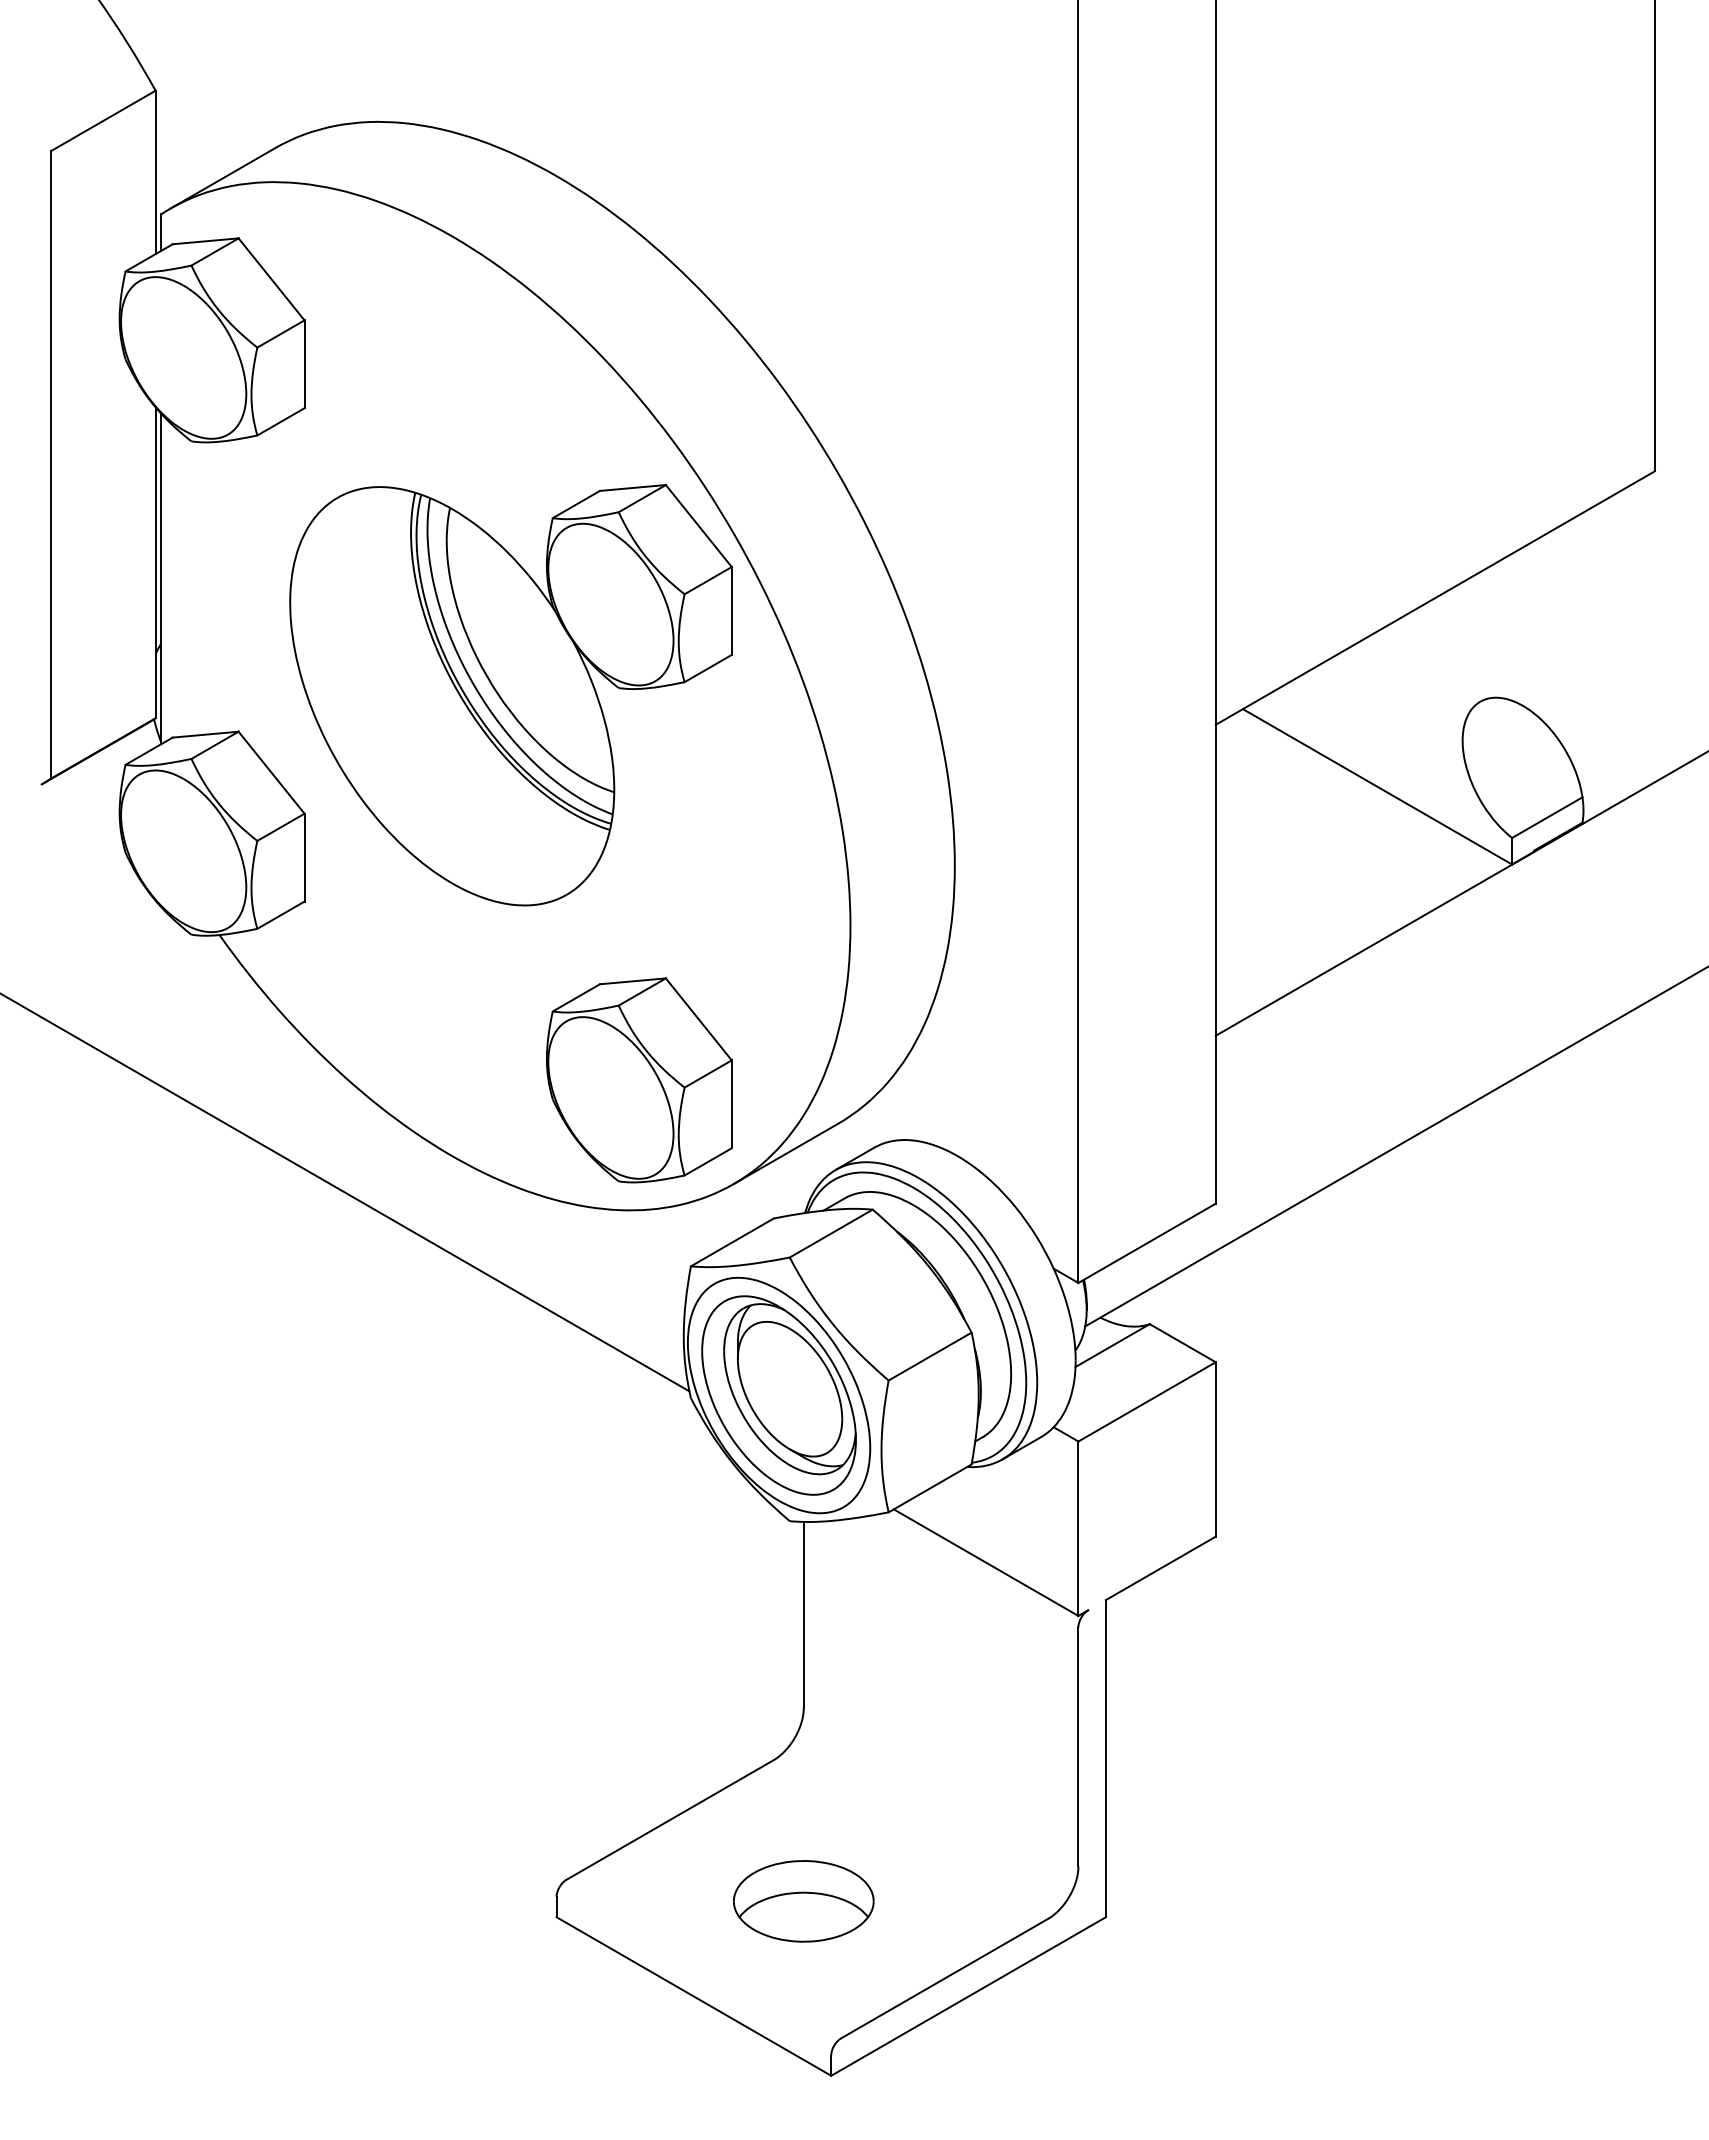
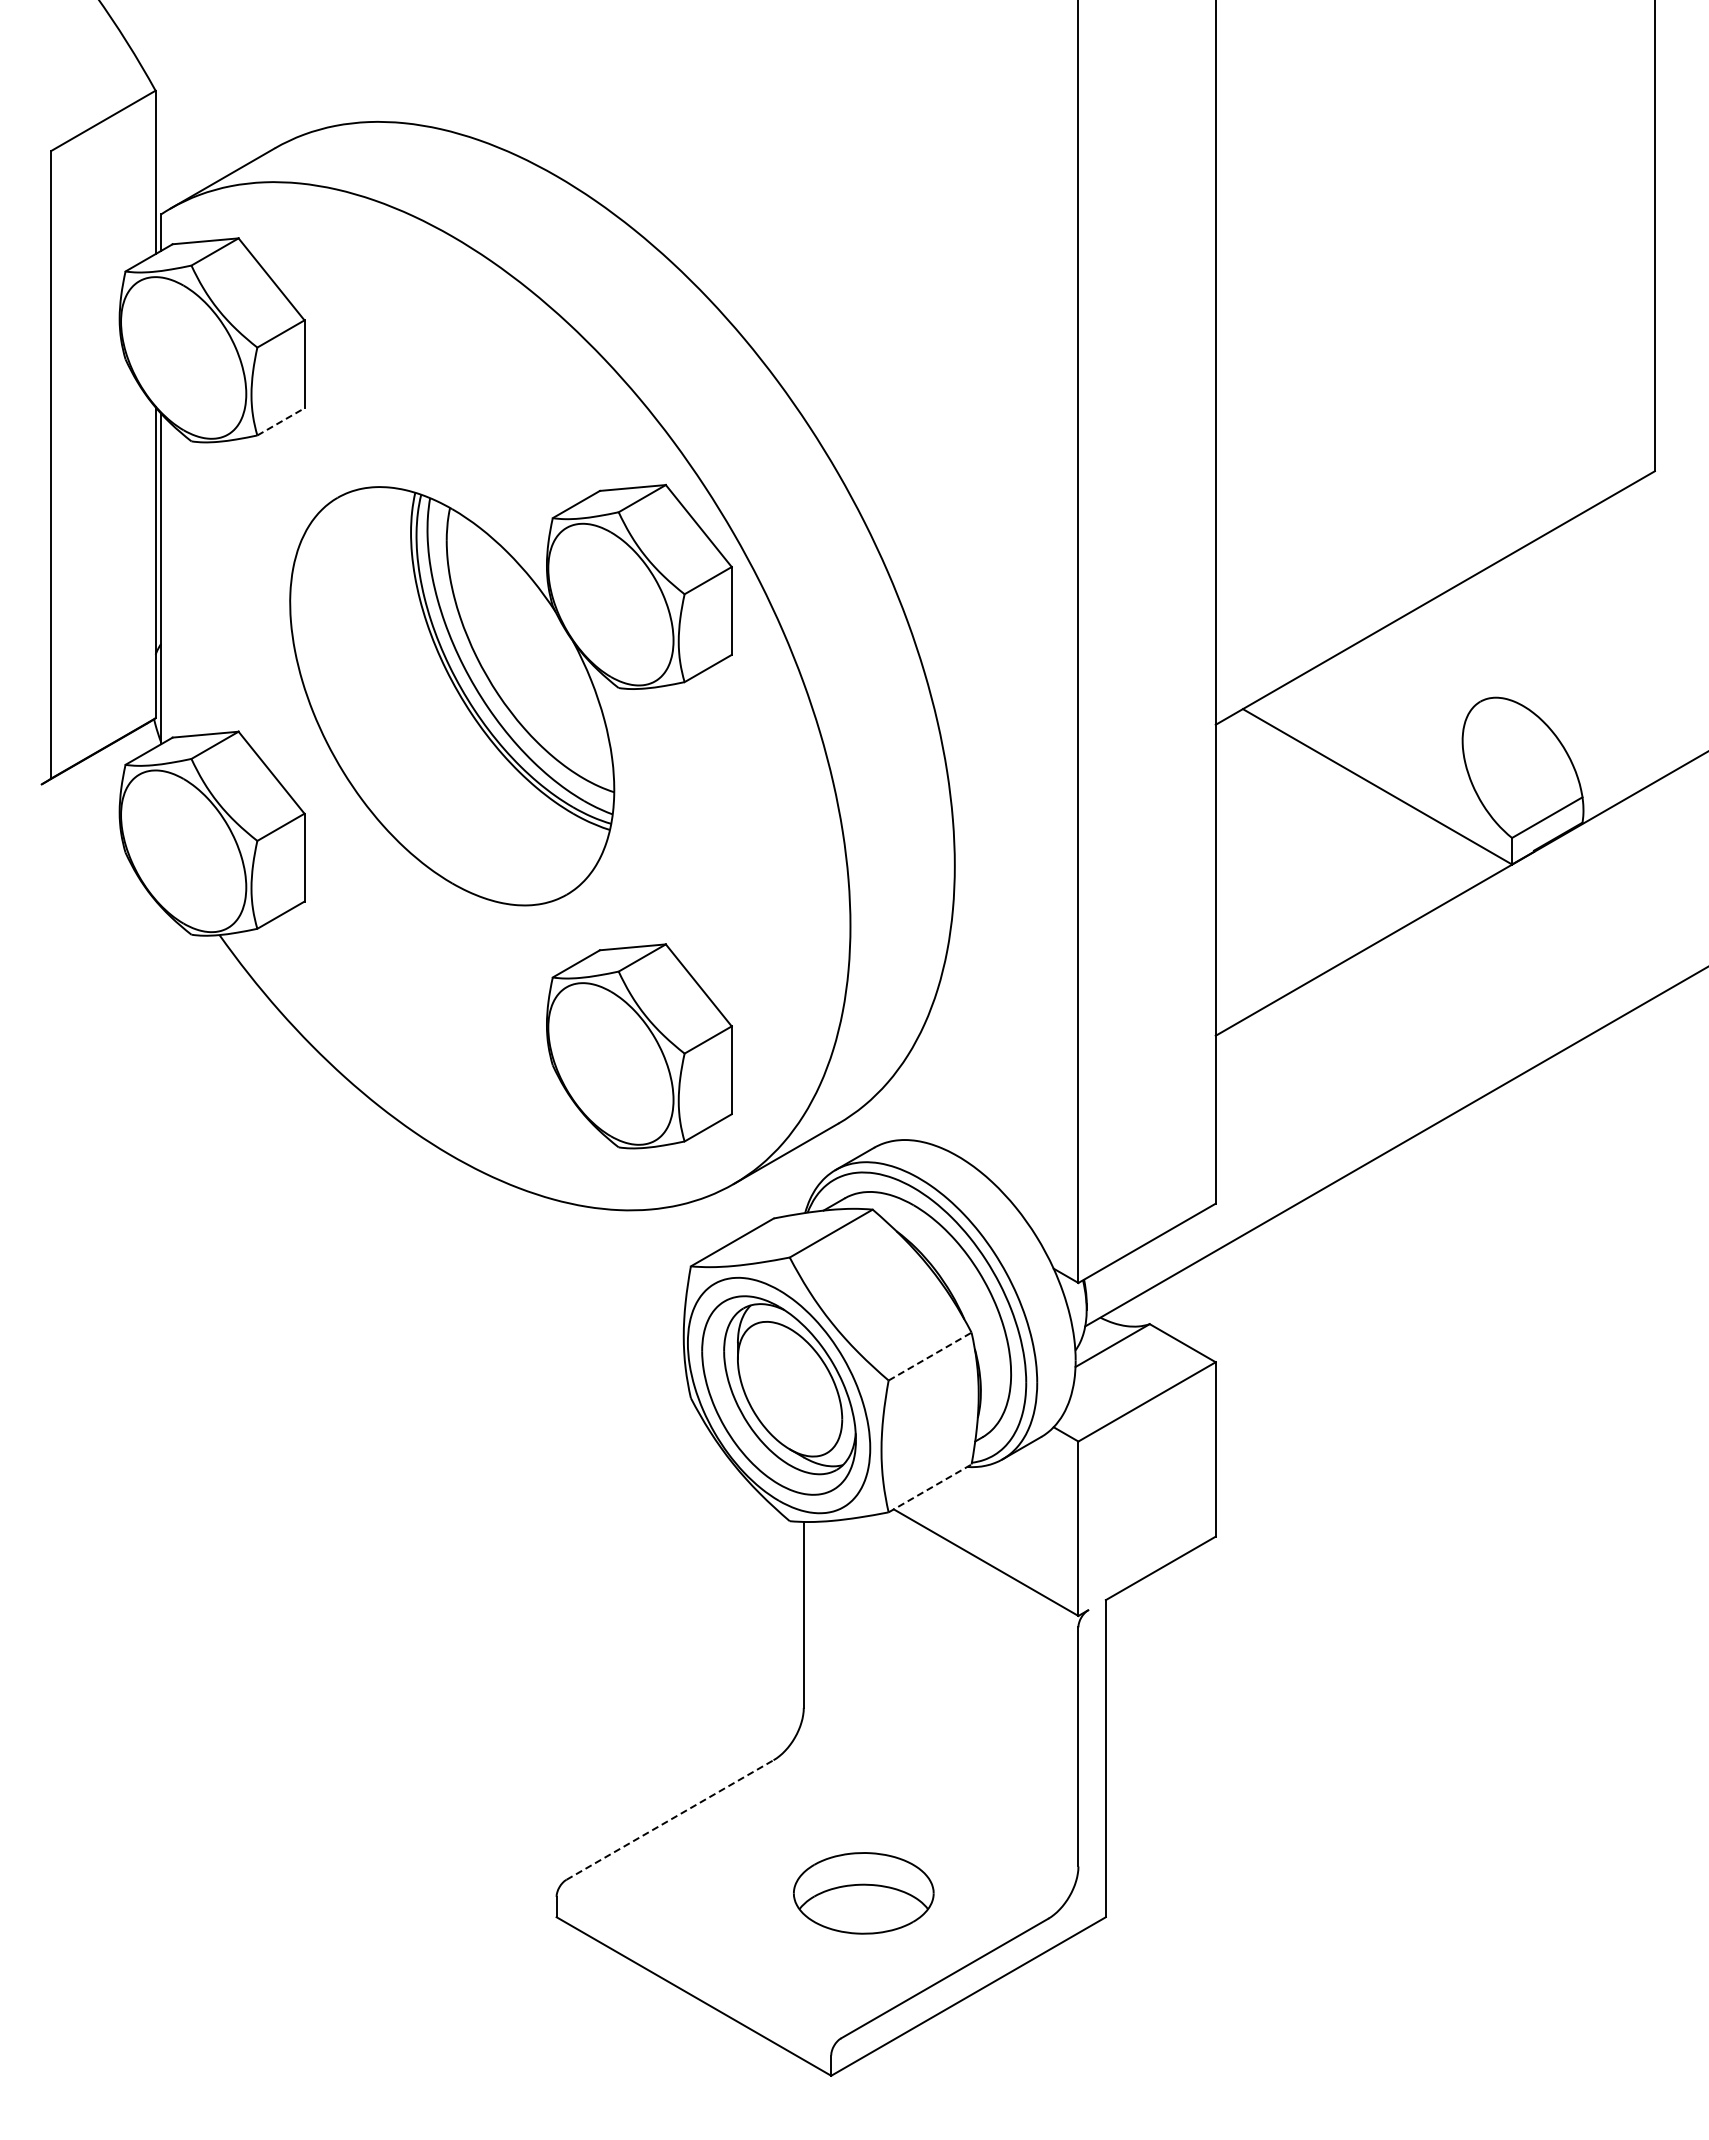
line at (281, 421): solid -> dashed
part at (639, 1080) position: (639, 1080) -> (639, 1046)
line at (345, 1192): present -> none
line at (930, 1356): solid -> dashed
line at (930, 1488): solid -> dashed
line at (670, 1820): solid -> dashed
part at (803, 1901) position: (803, 1901) -> (863, 1893)
